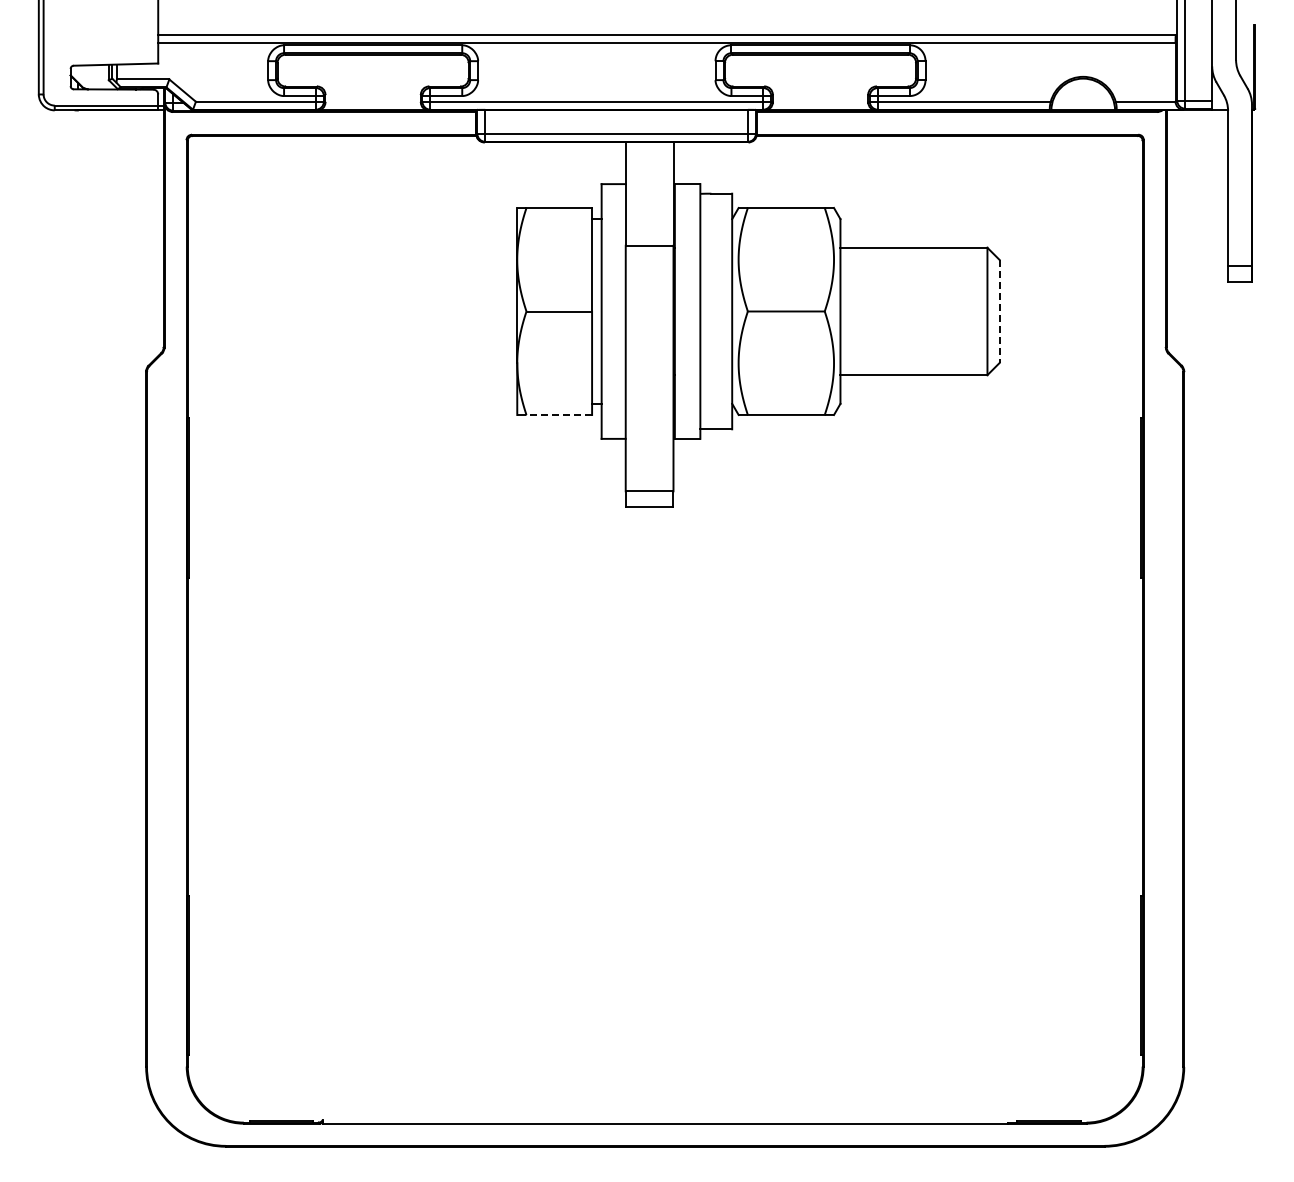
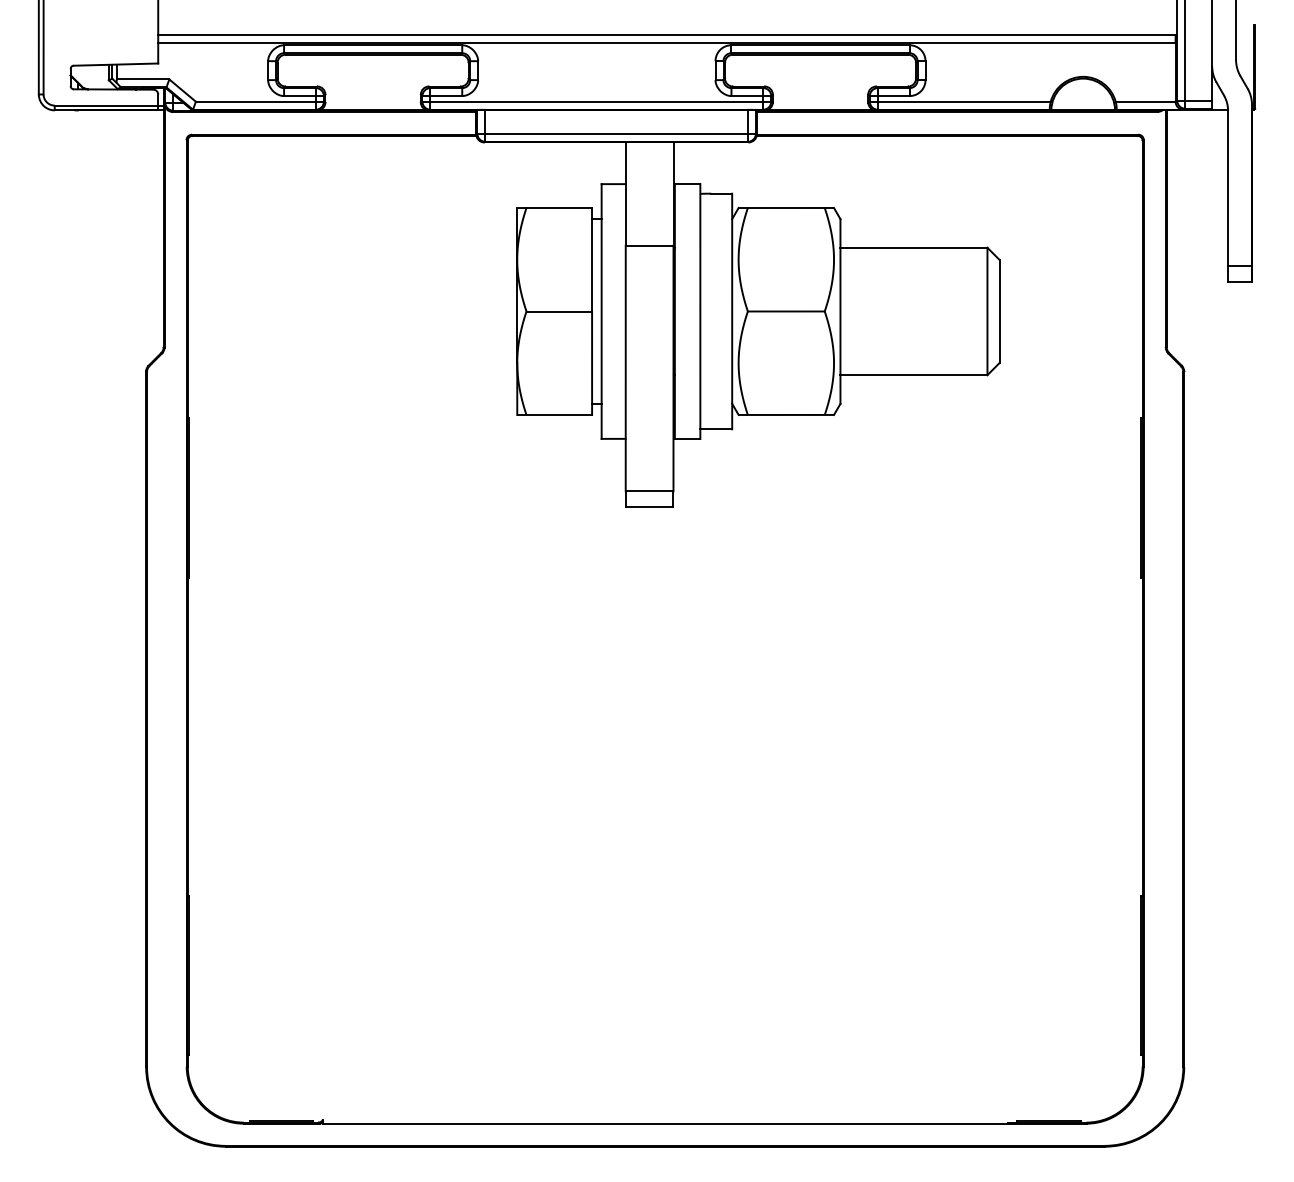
line at (999, 311): dashed -> solid
line at (559, 415): dashed -> solid
